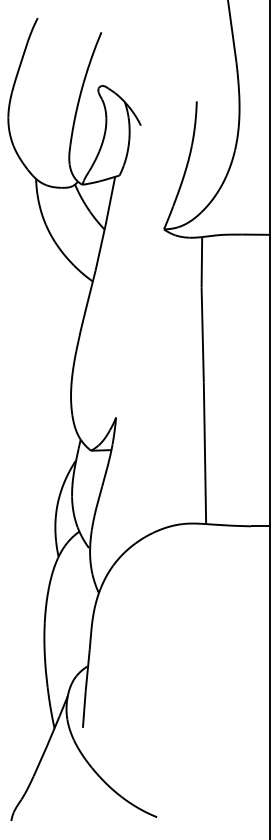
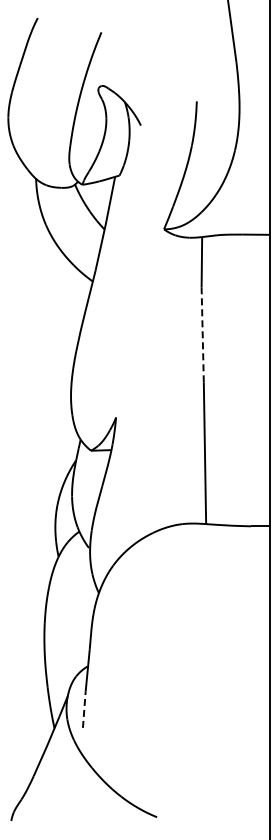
line at (202, 334): solid -> dashed
line at (84, 709): solid -> dashed
